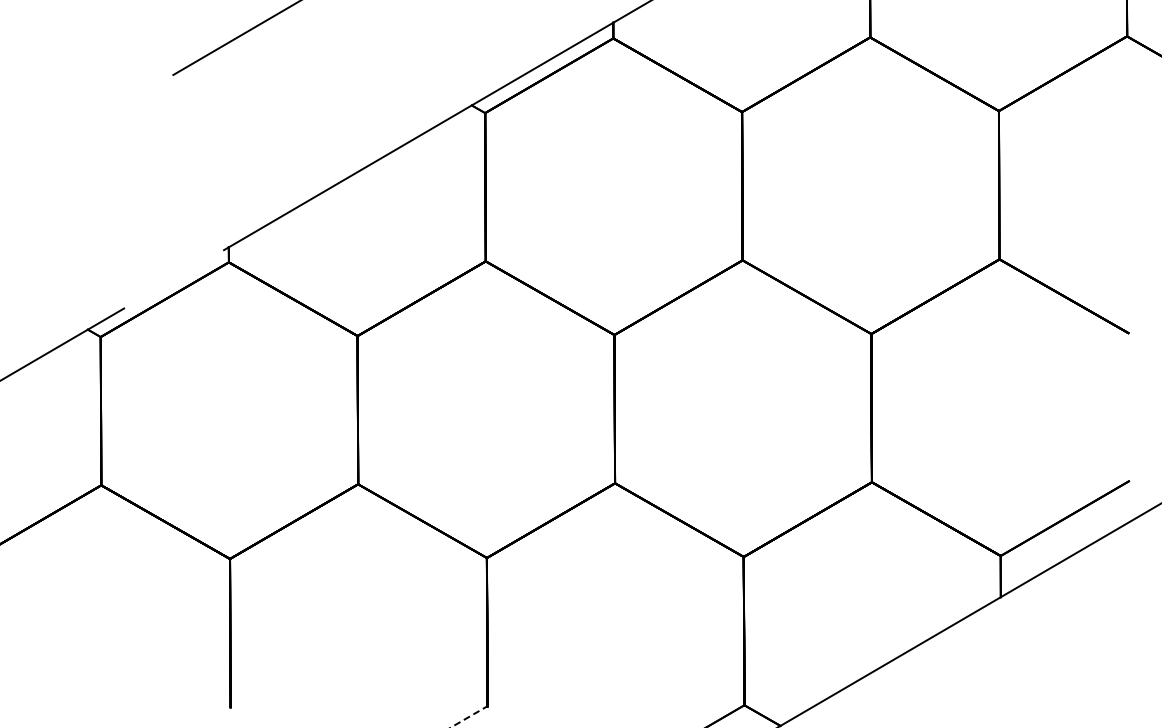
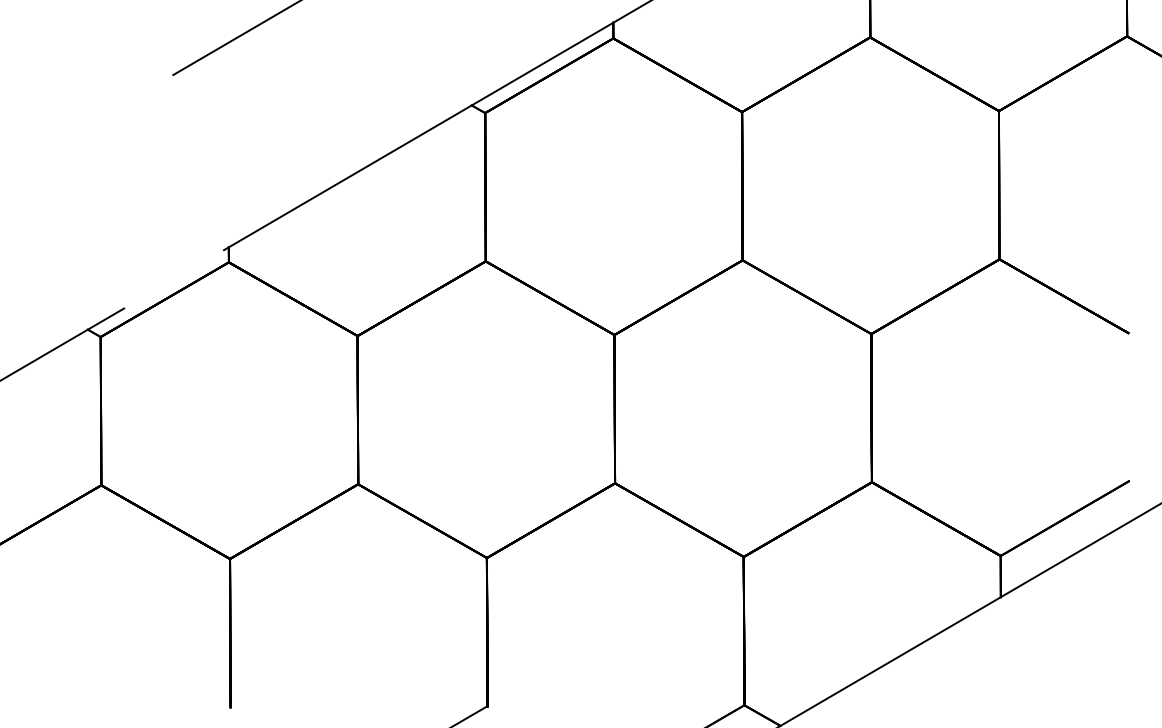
line at (469, 716): dashed -> solid
